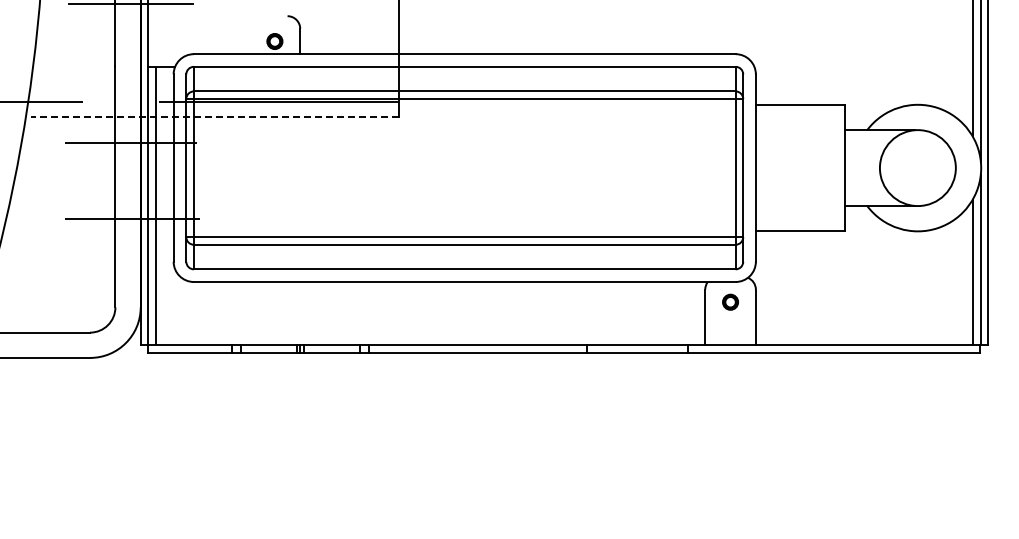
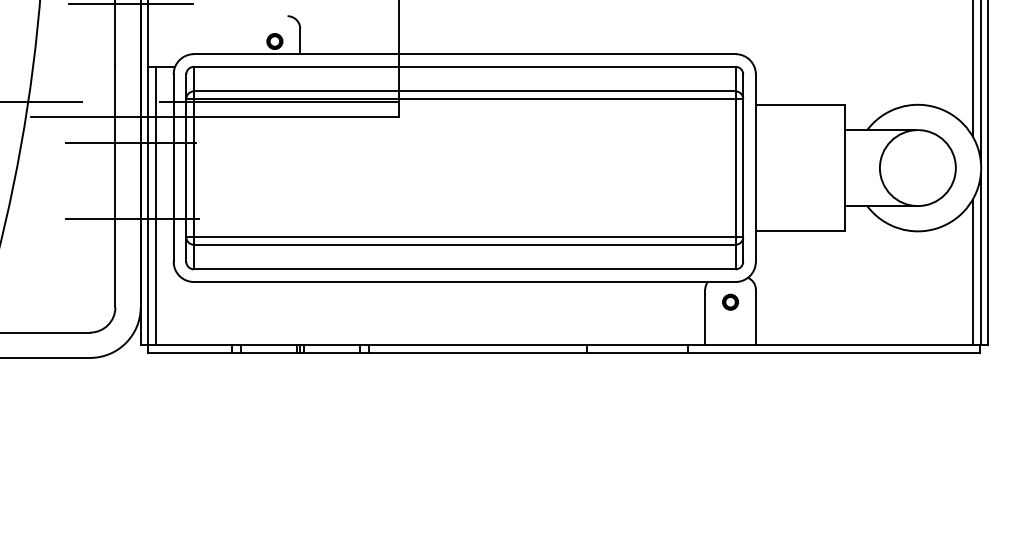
line at (214, 117): dashed -> solid
